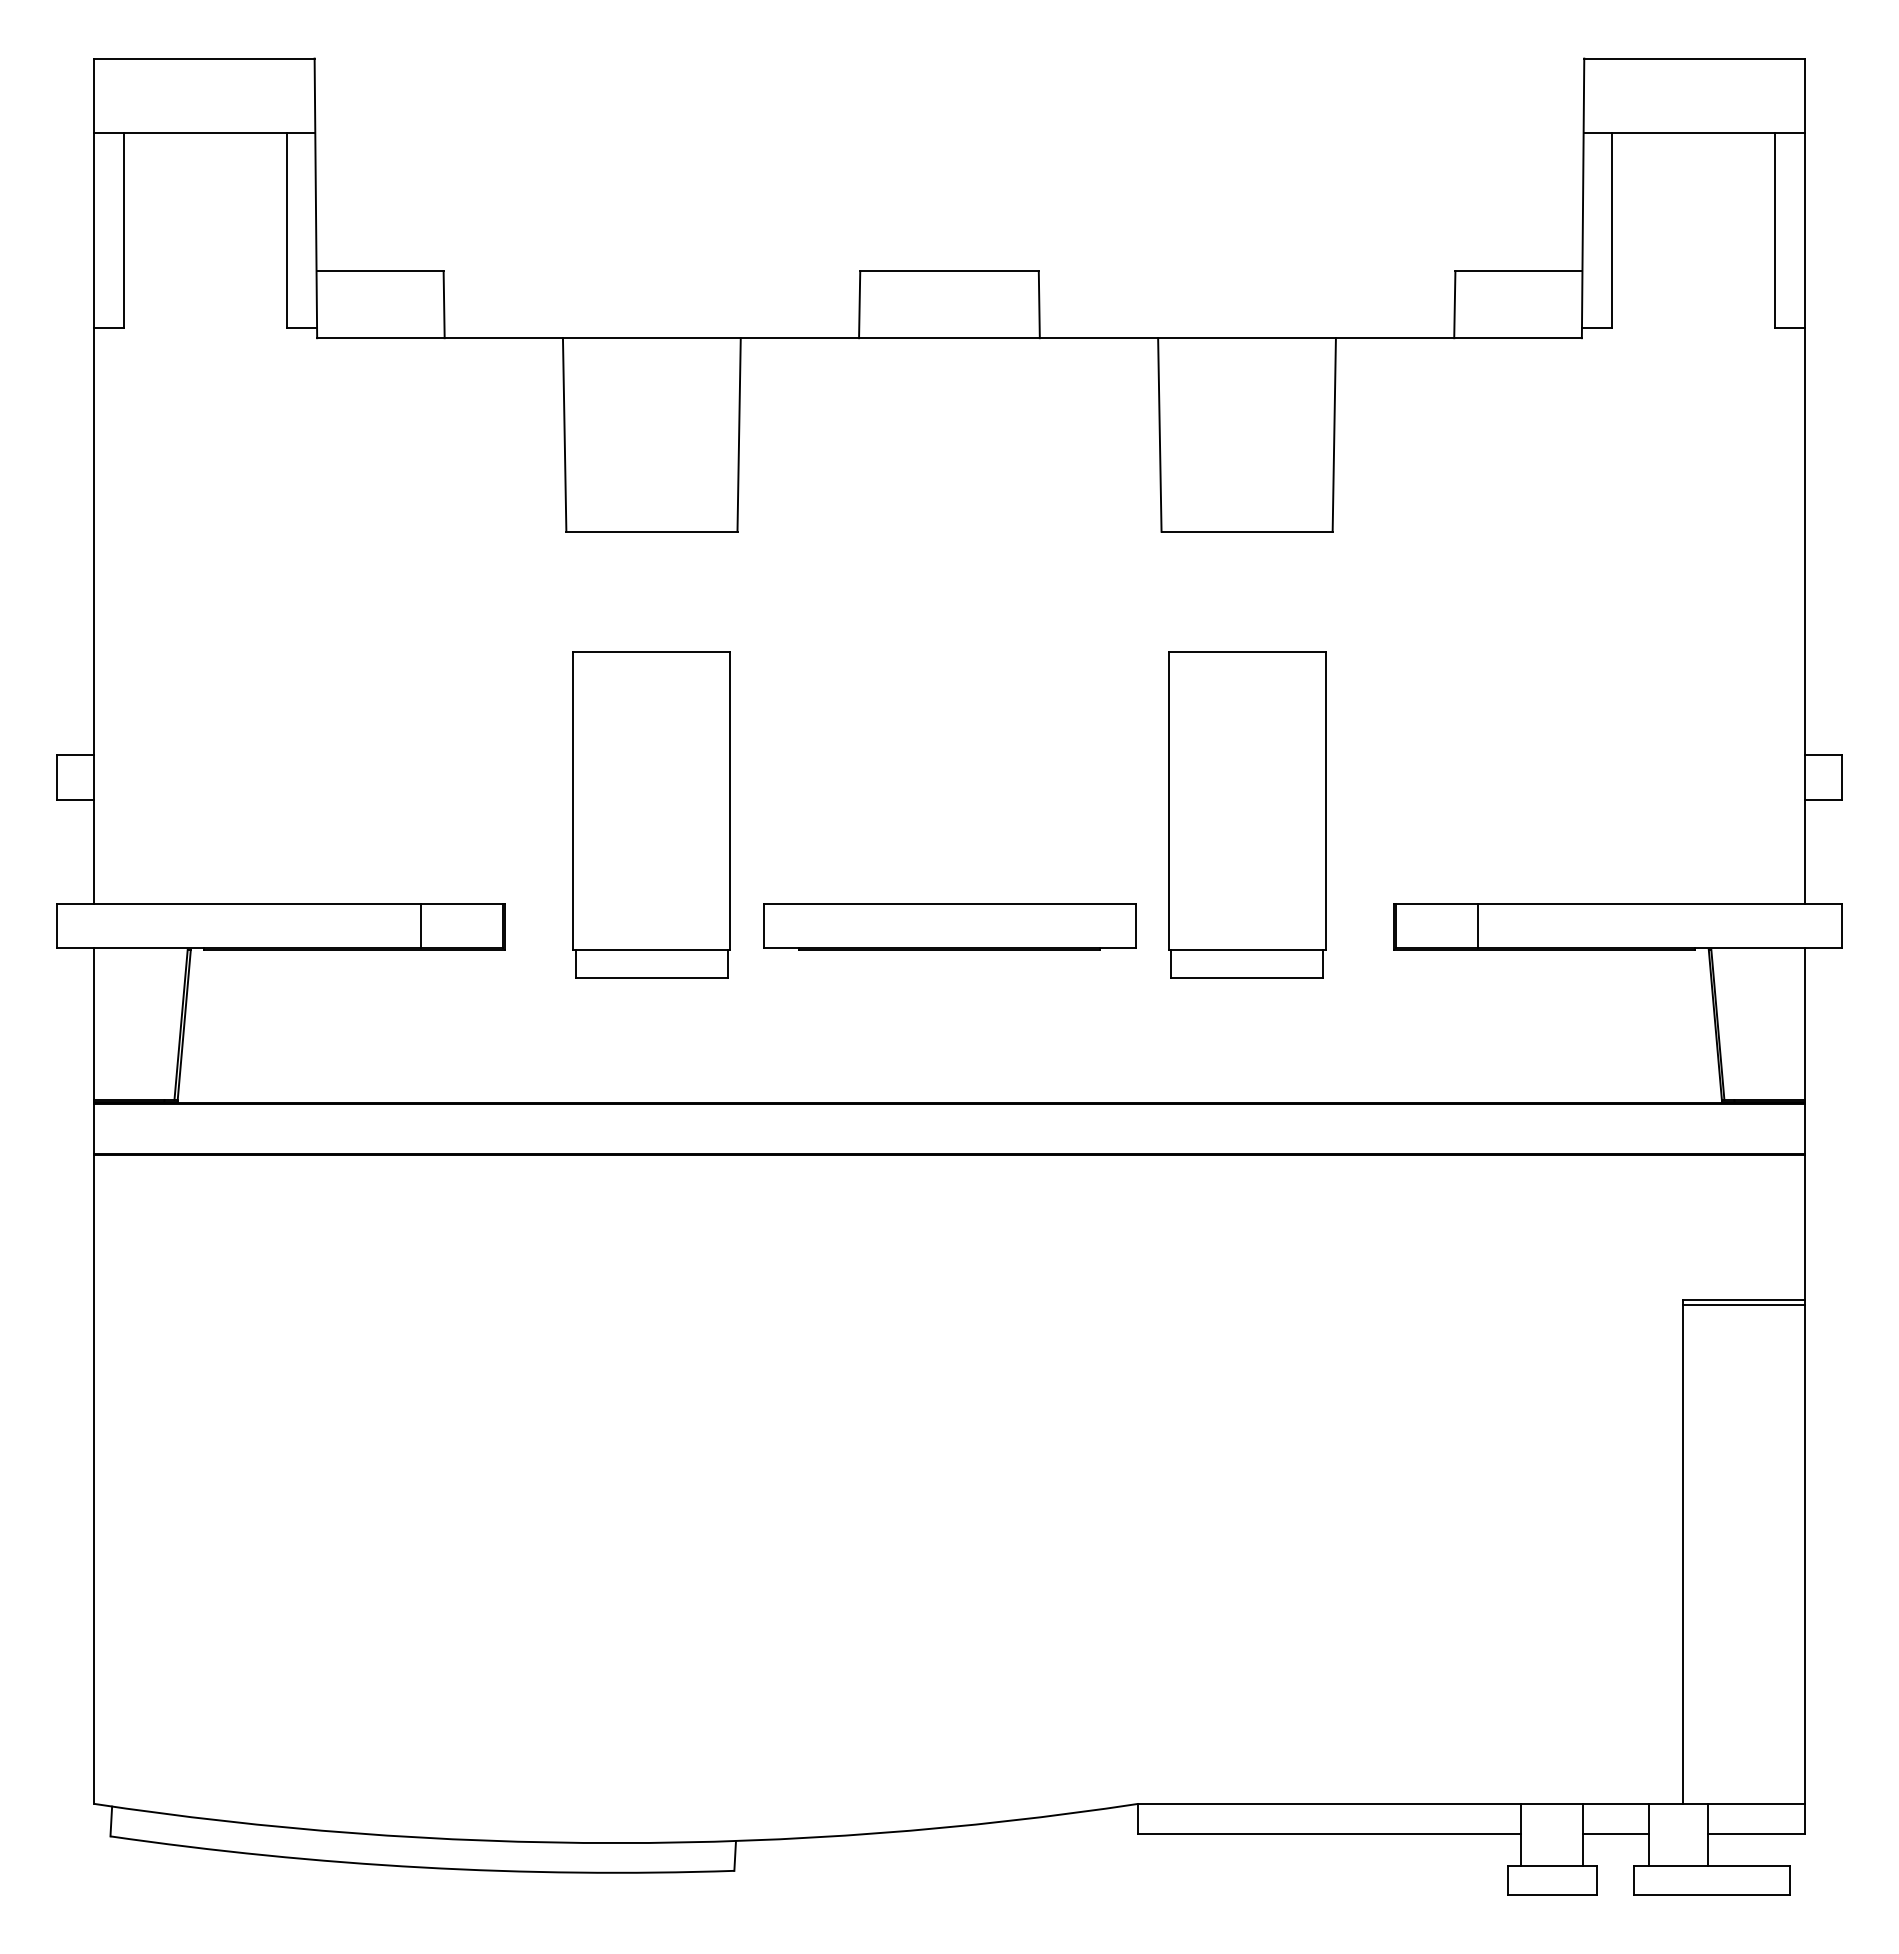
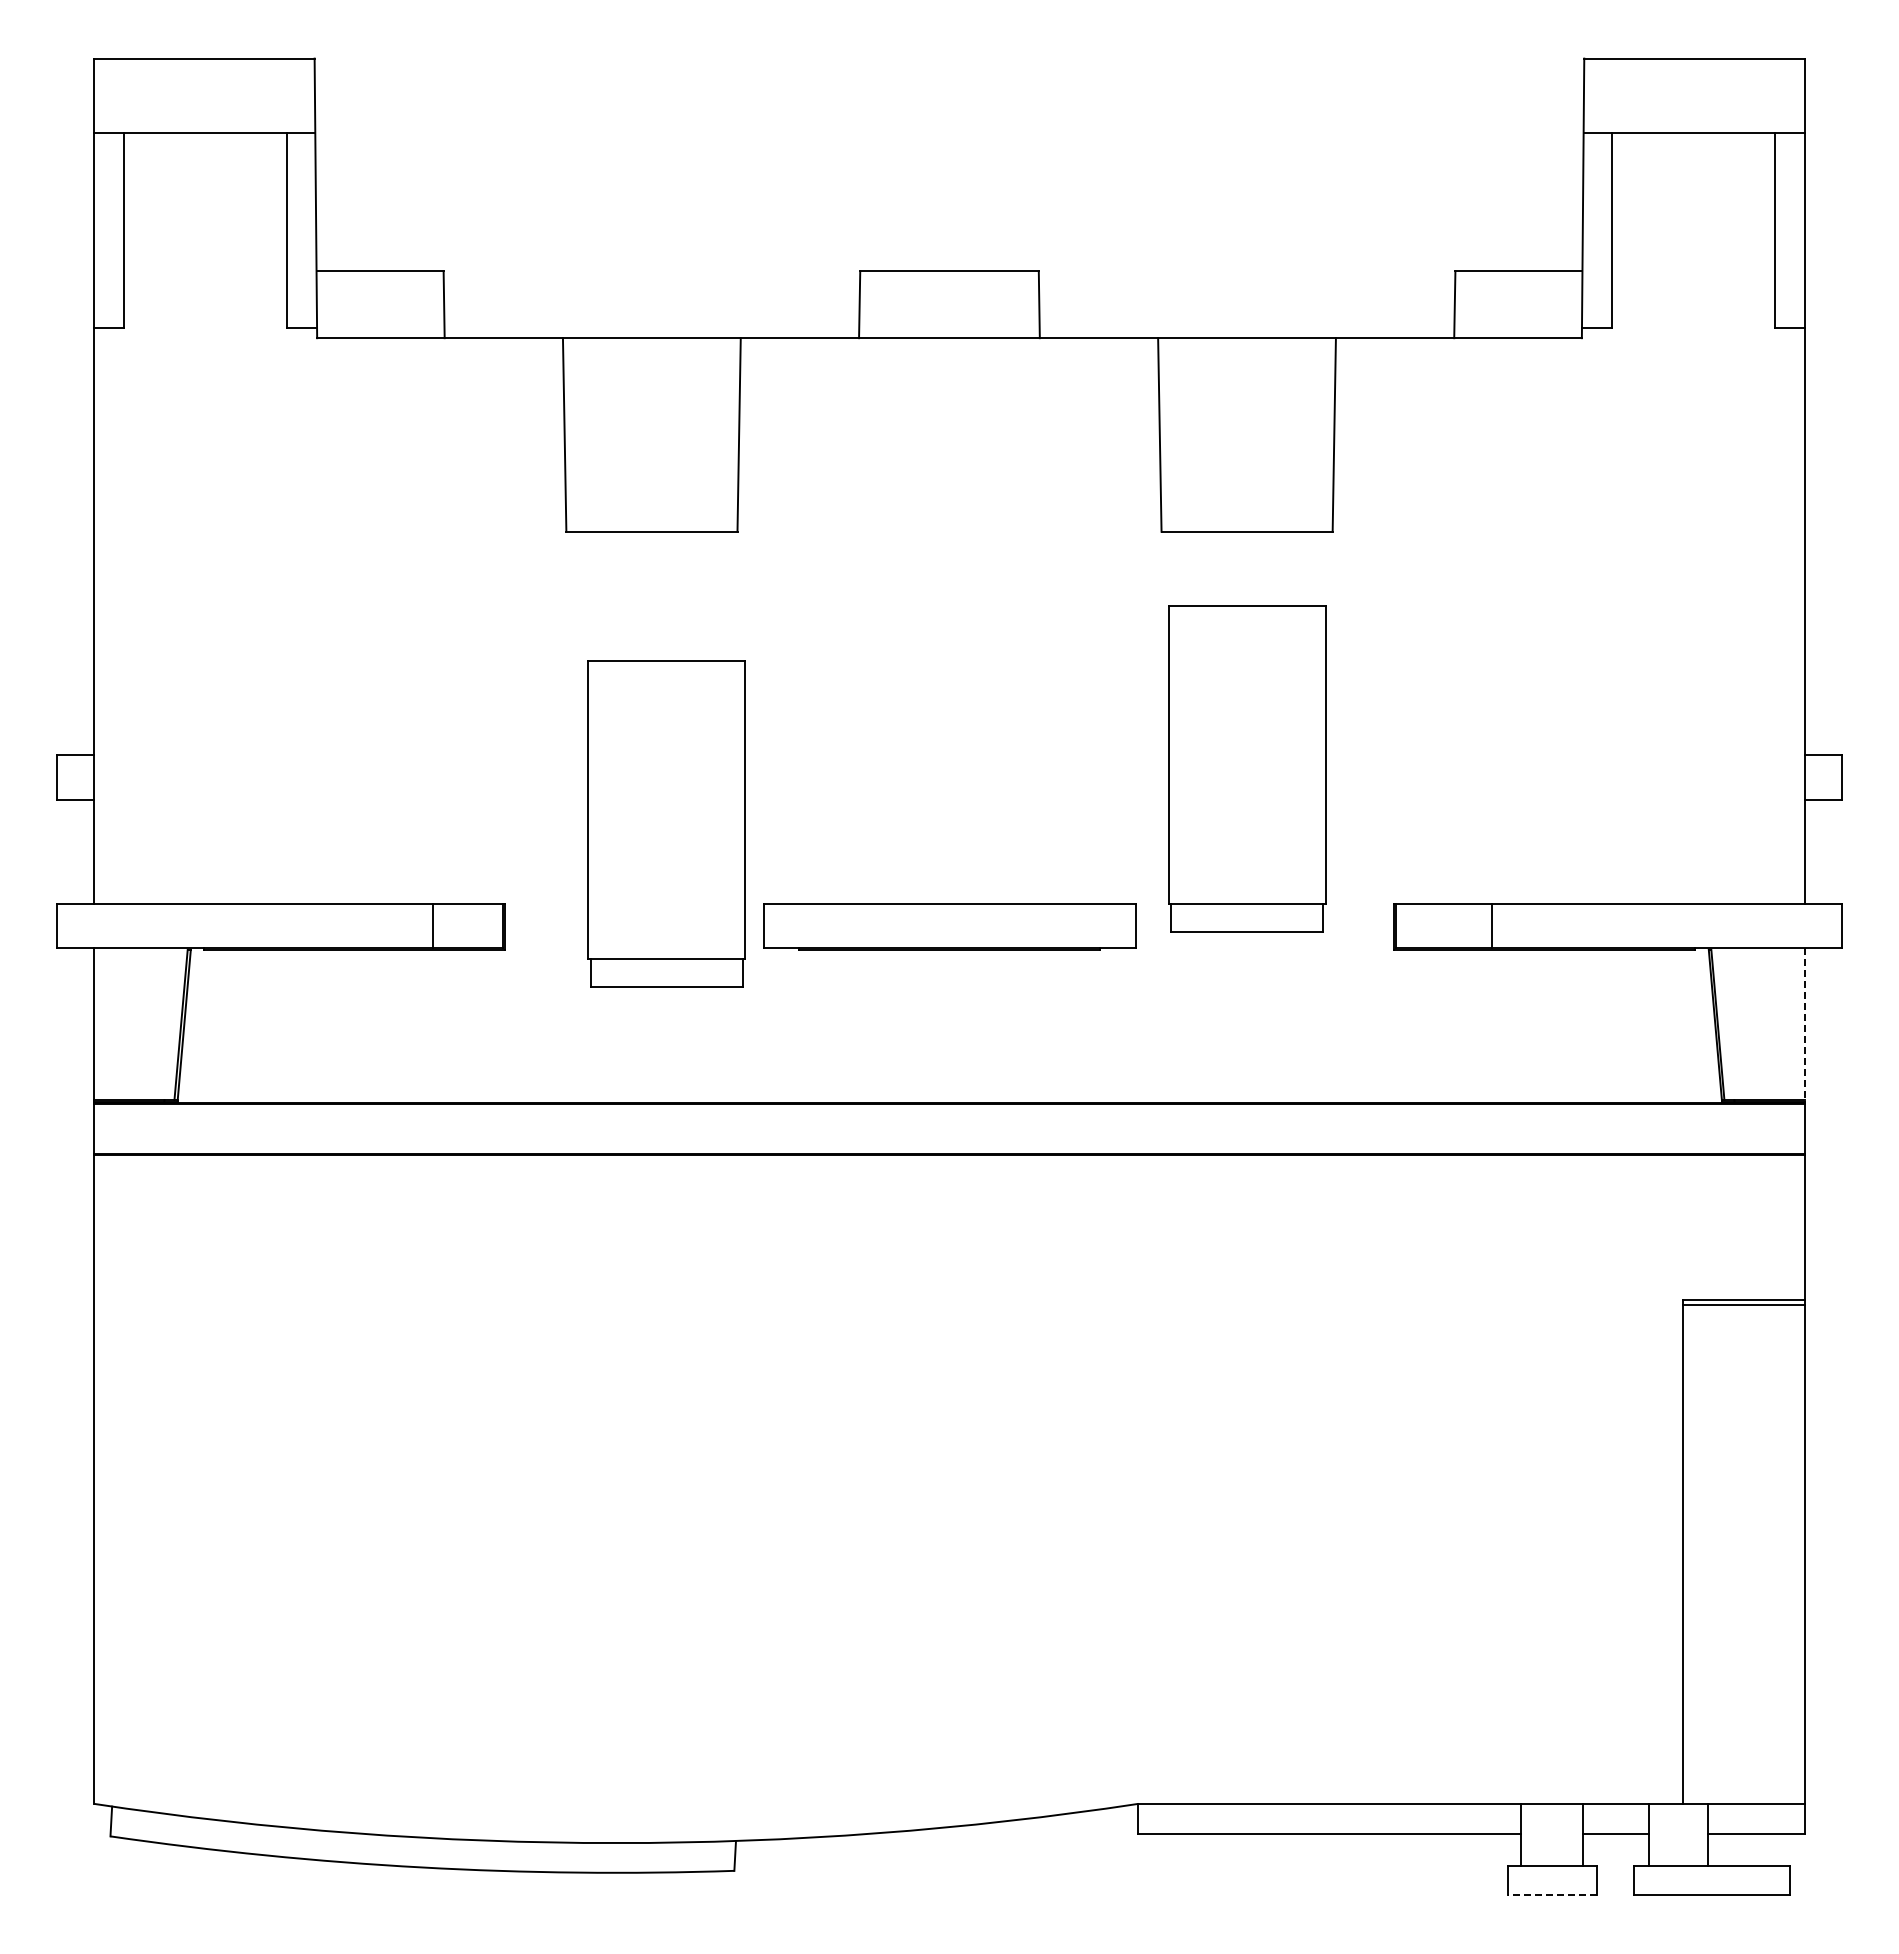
part at (651, 814) position: (651, 814) -> (666, 823)
part at (1247, 814) position: (1247, 814) -> (1247, 768)
line at (421, 925) position: (421, 925) -> (433, 925)
line at (1477, 925) position: (1477, 925) -> (1491, 925)
line at (1805, 1024): solid -> dashed
line at (1552, 1895): solid -> dashed
